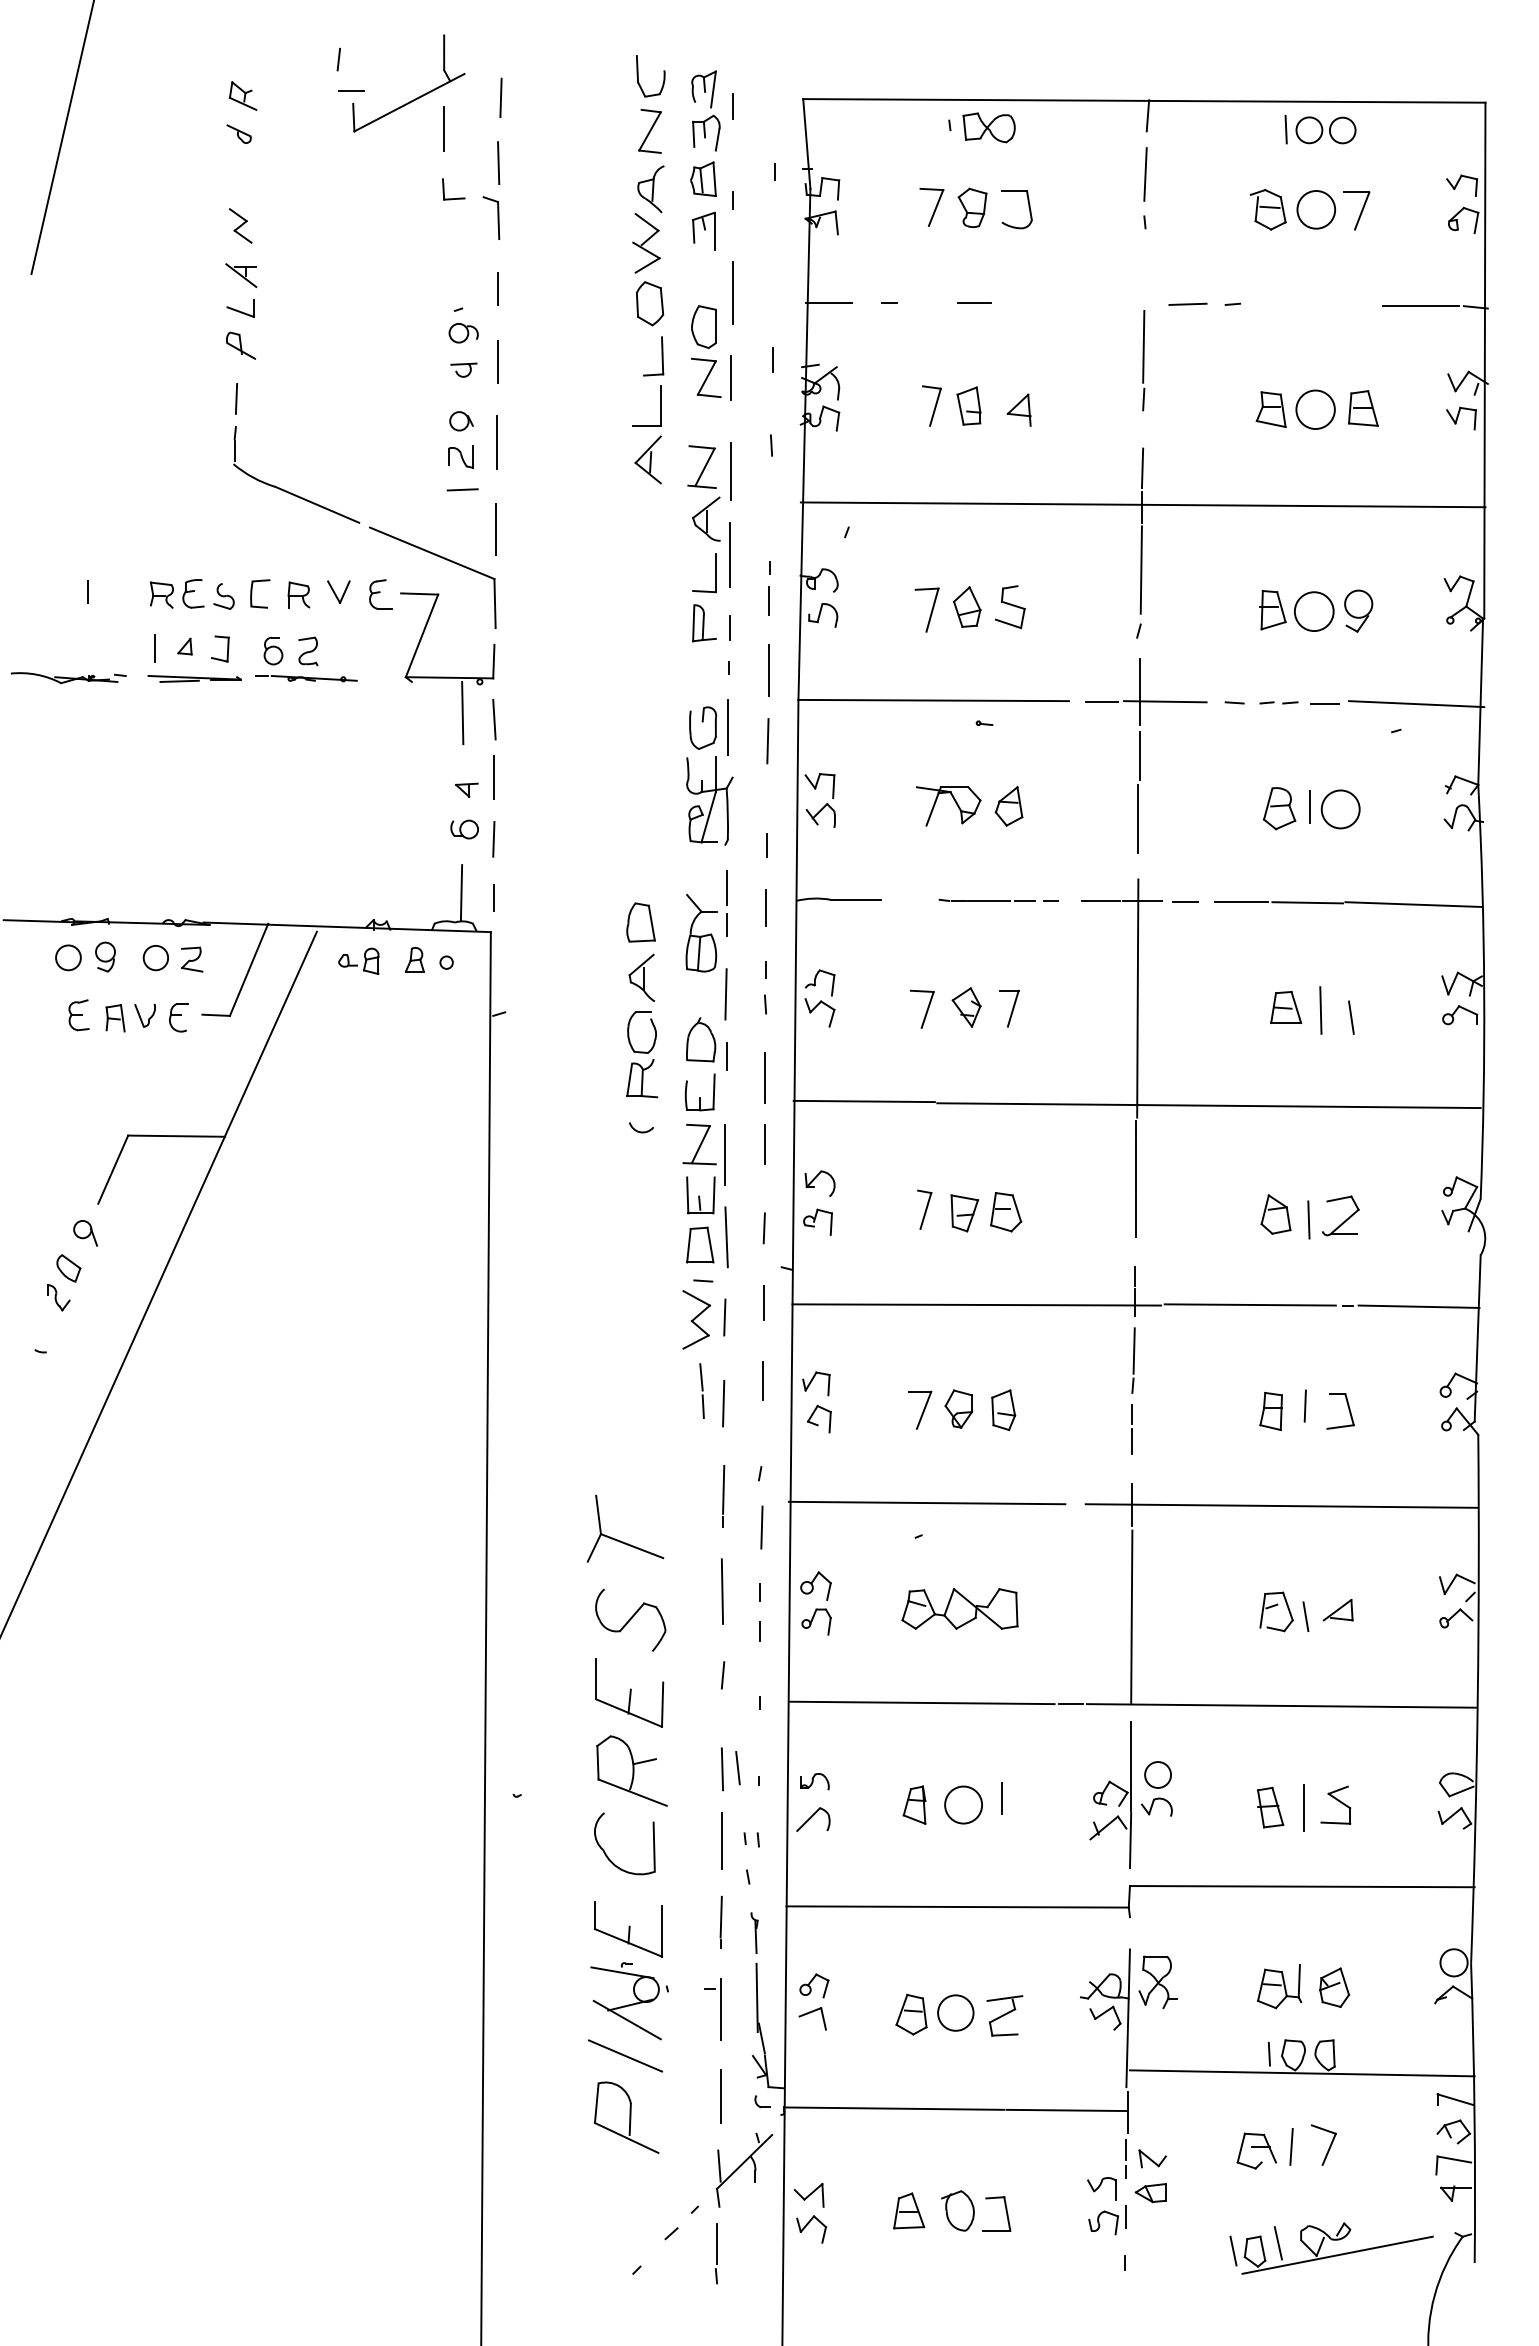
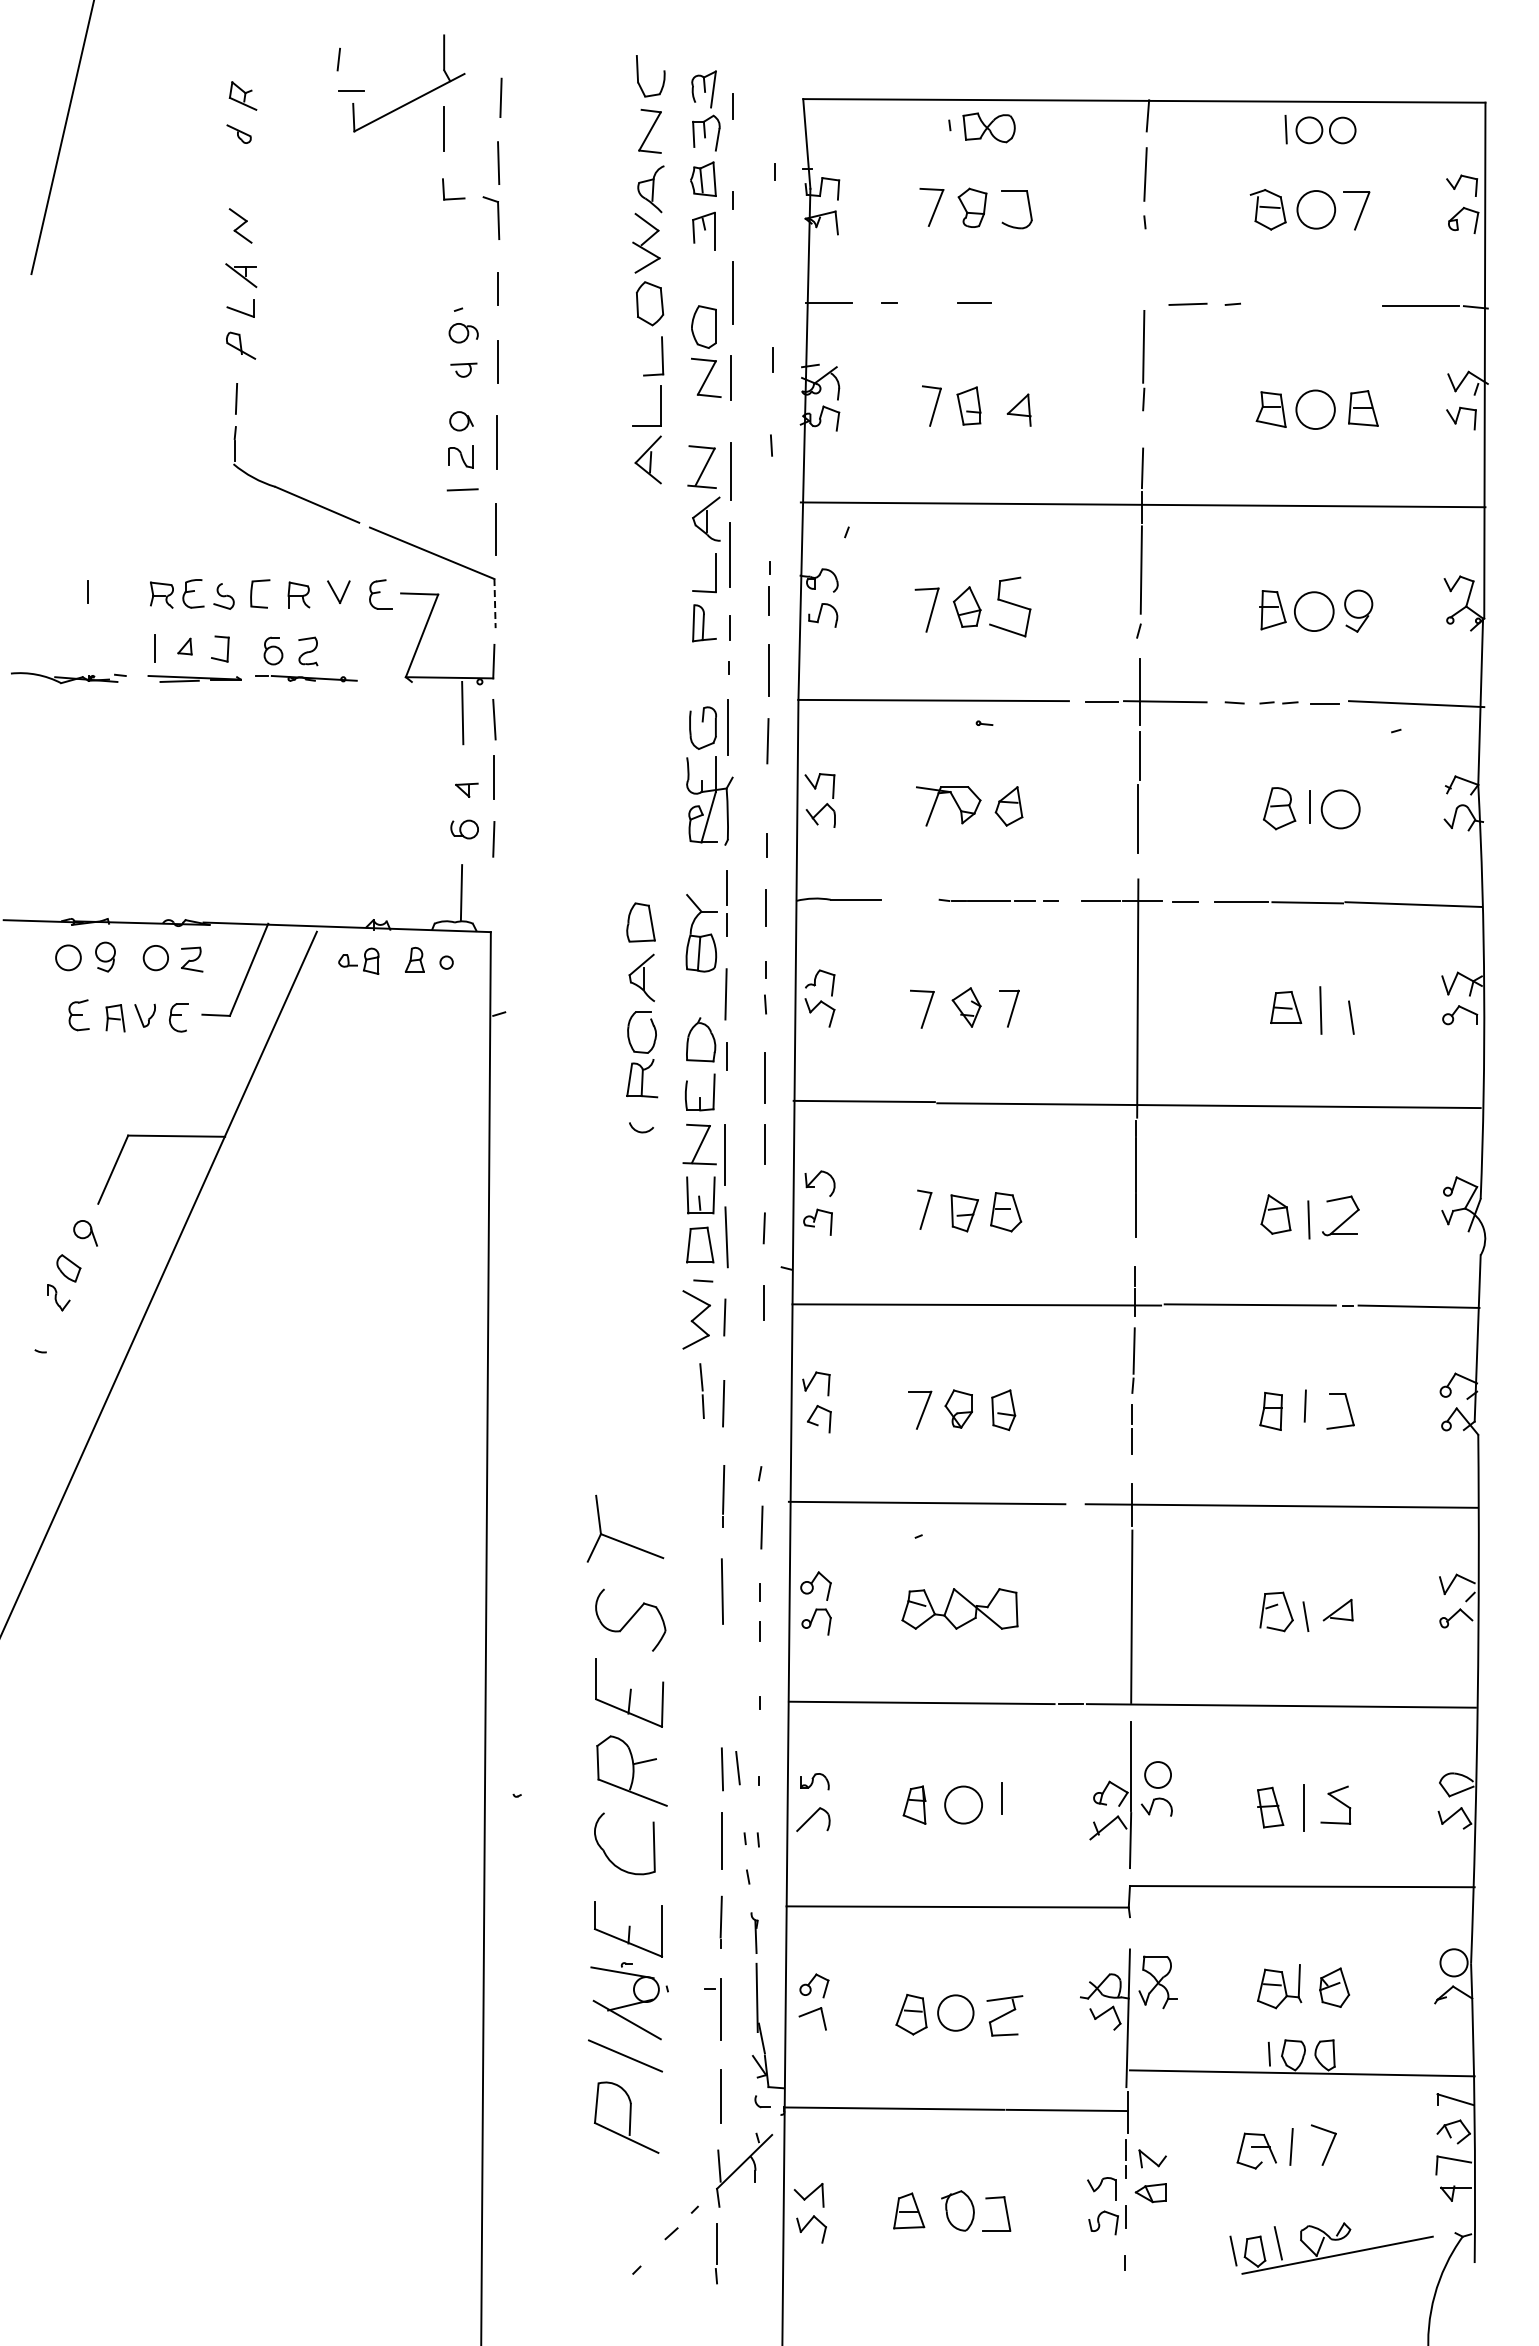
line at (495, 603): solid -> dashed
part at (1010, 607) size: 31x45 px -> 43x62 px
line at (494, 897): present -> none
line at (762, 1380): present -> none
line at (722, 1675): present -> none
